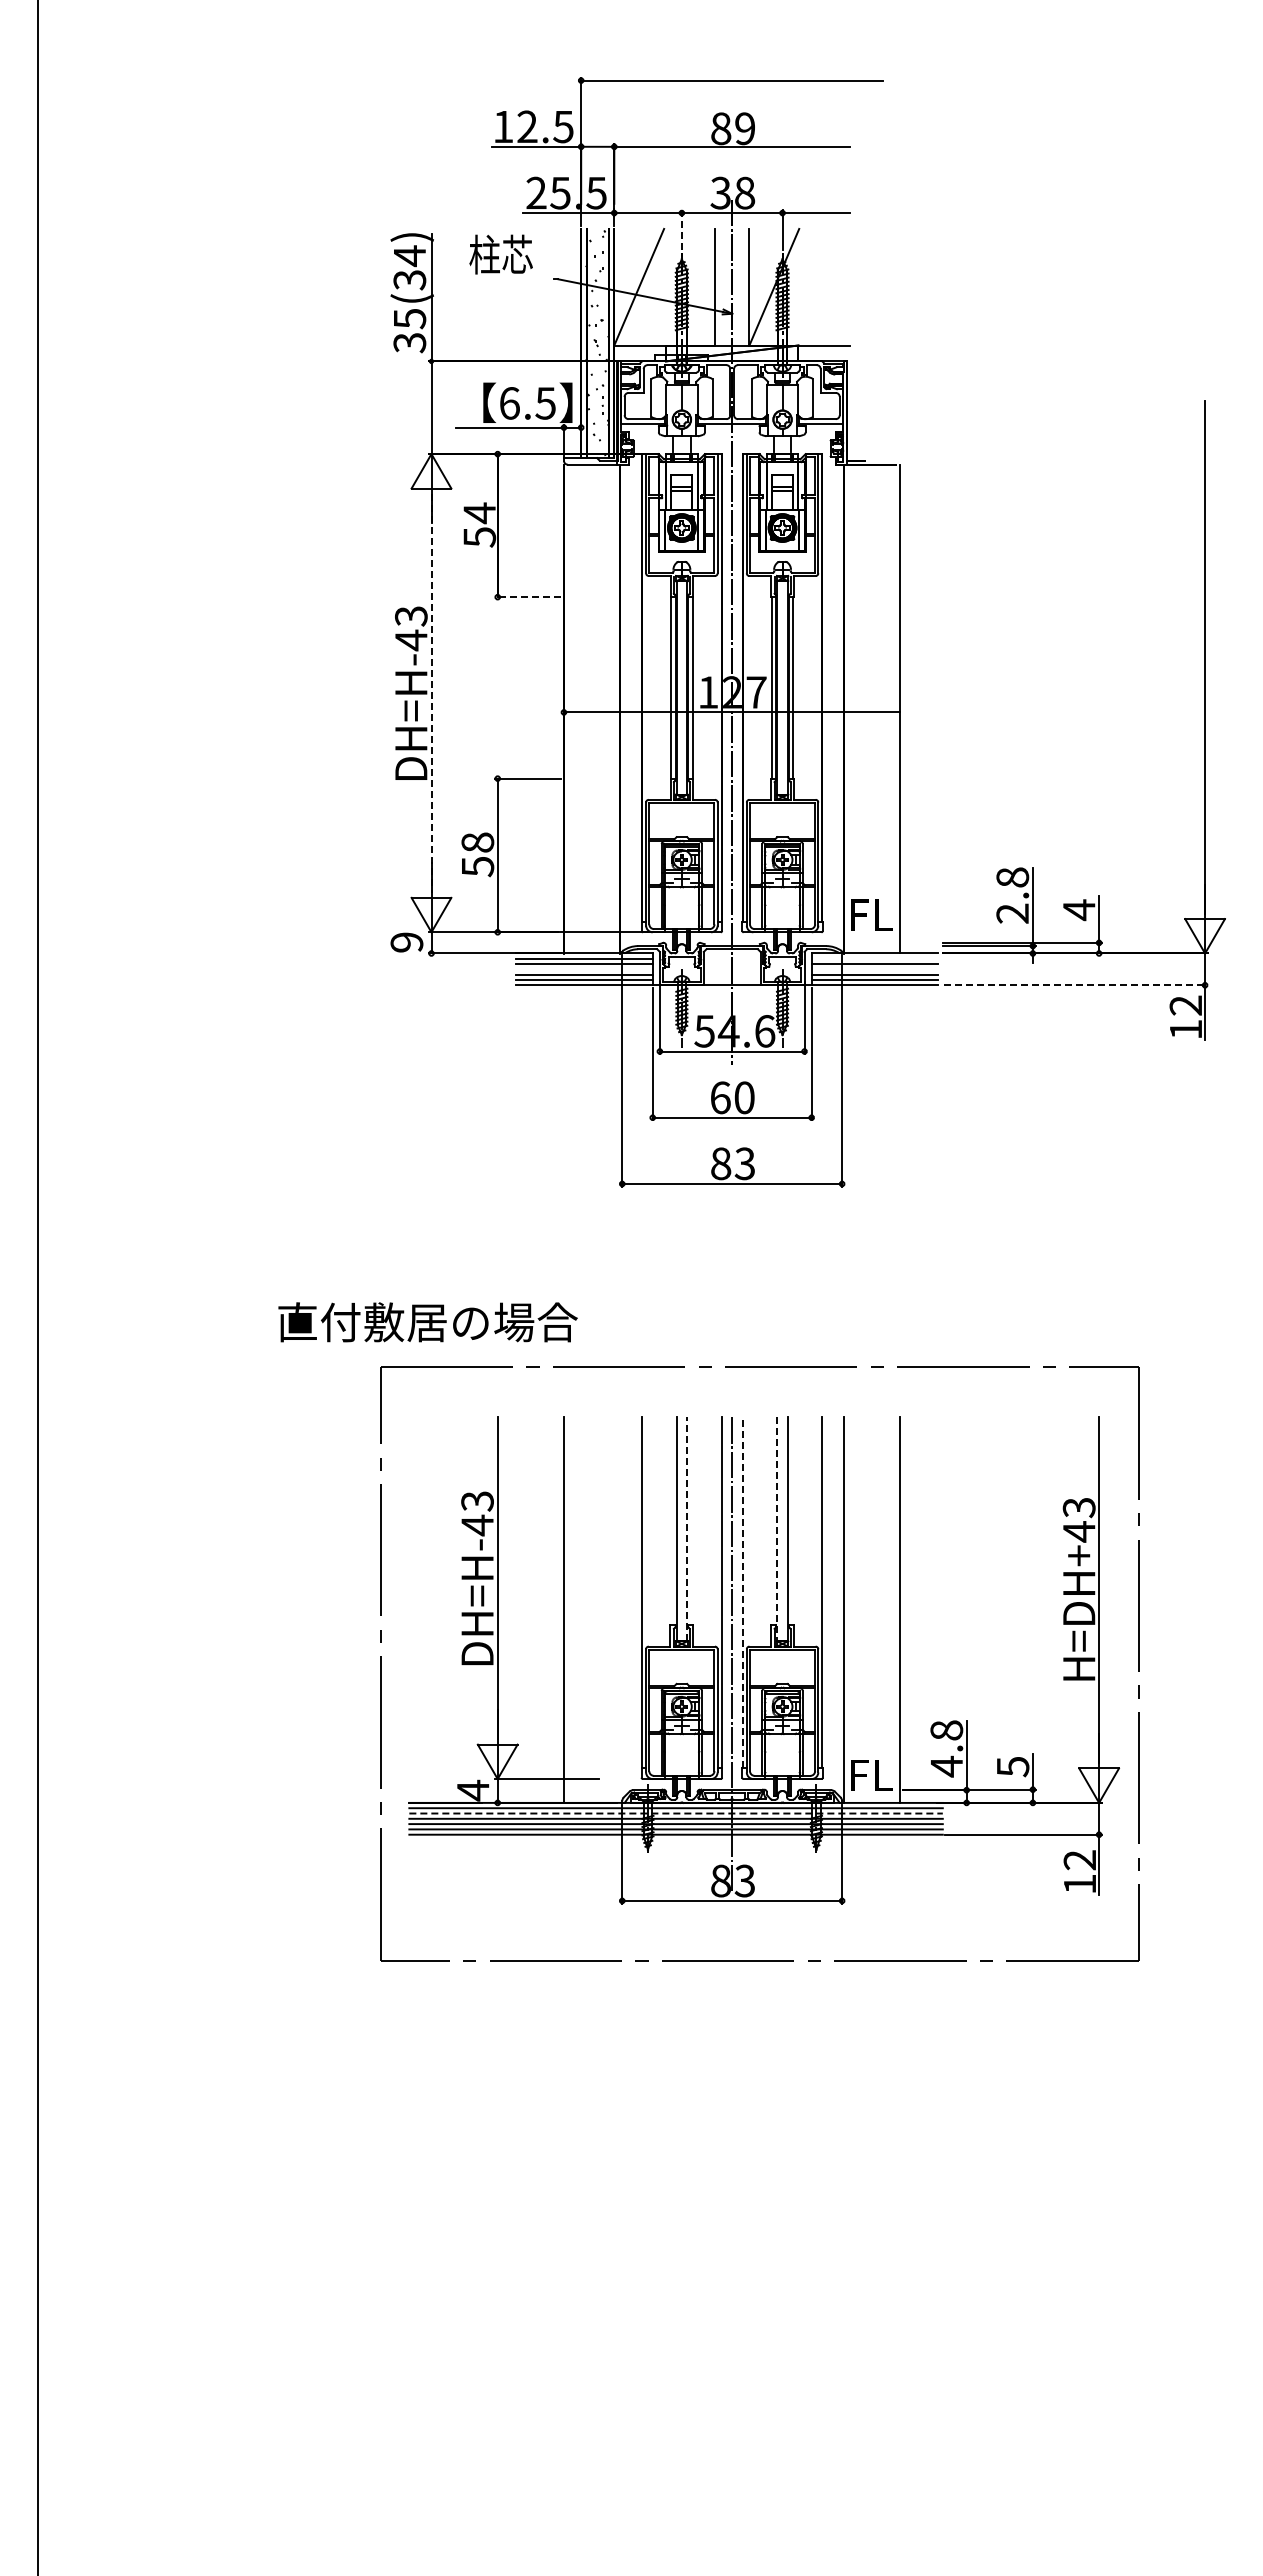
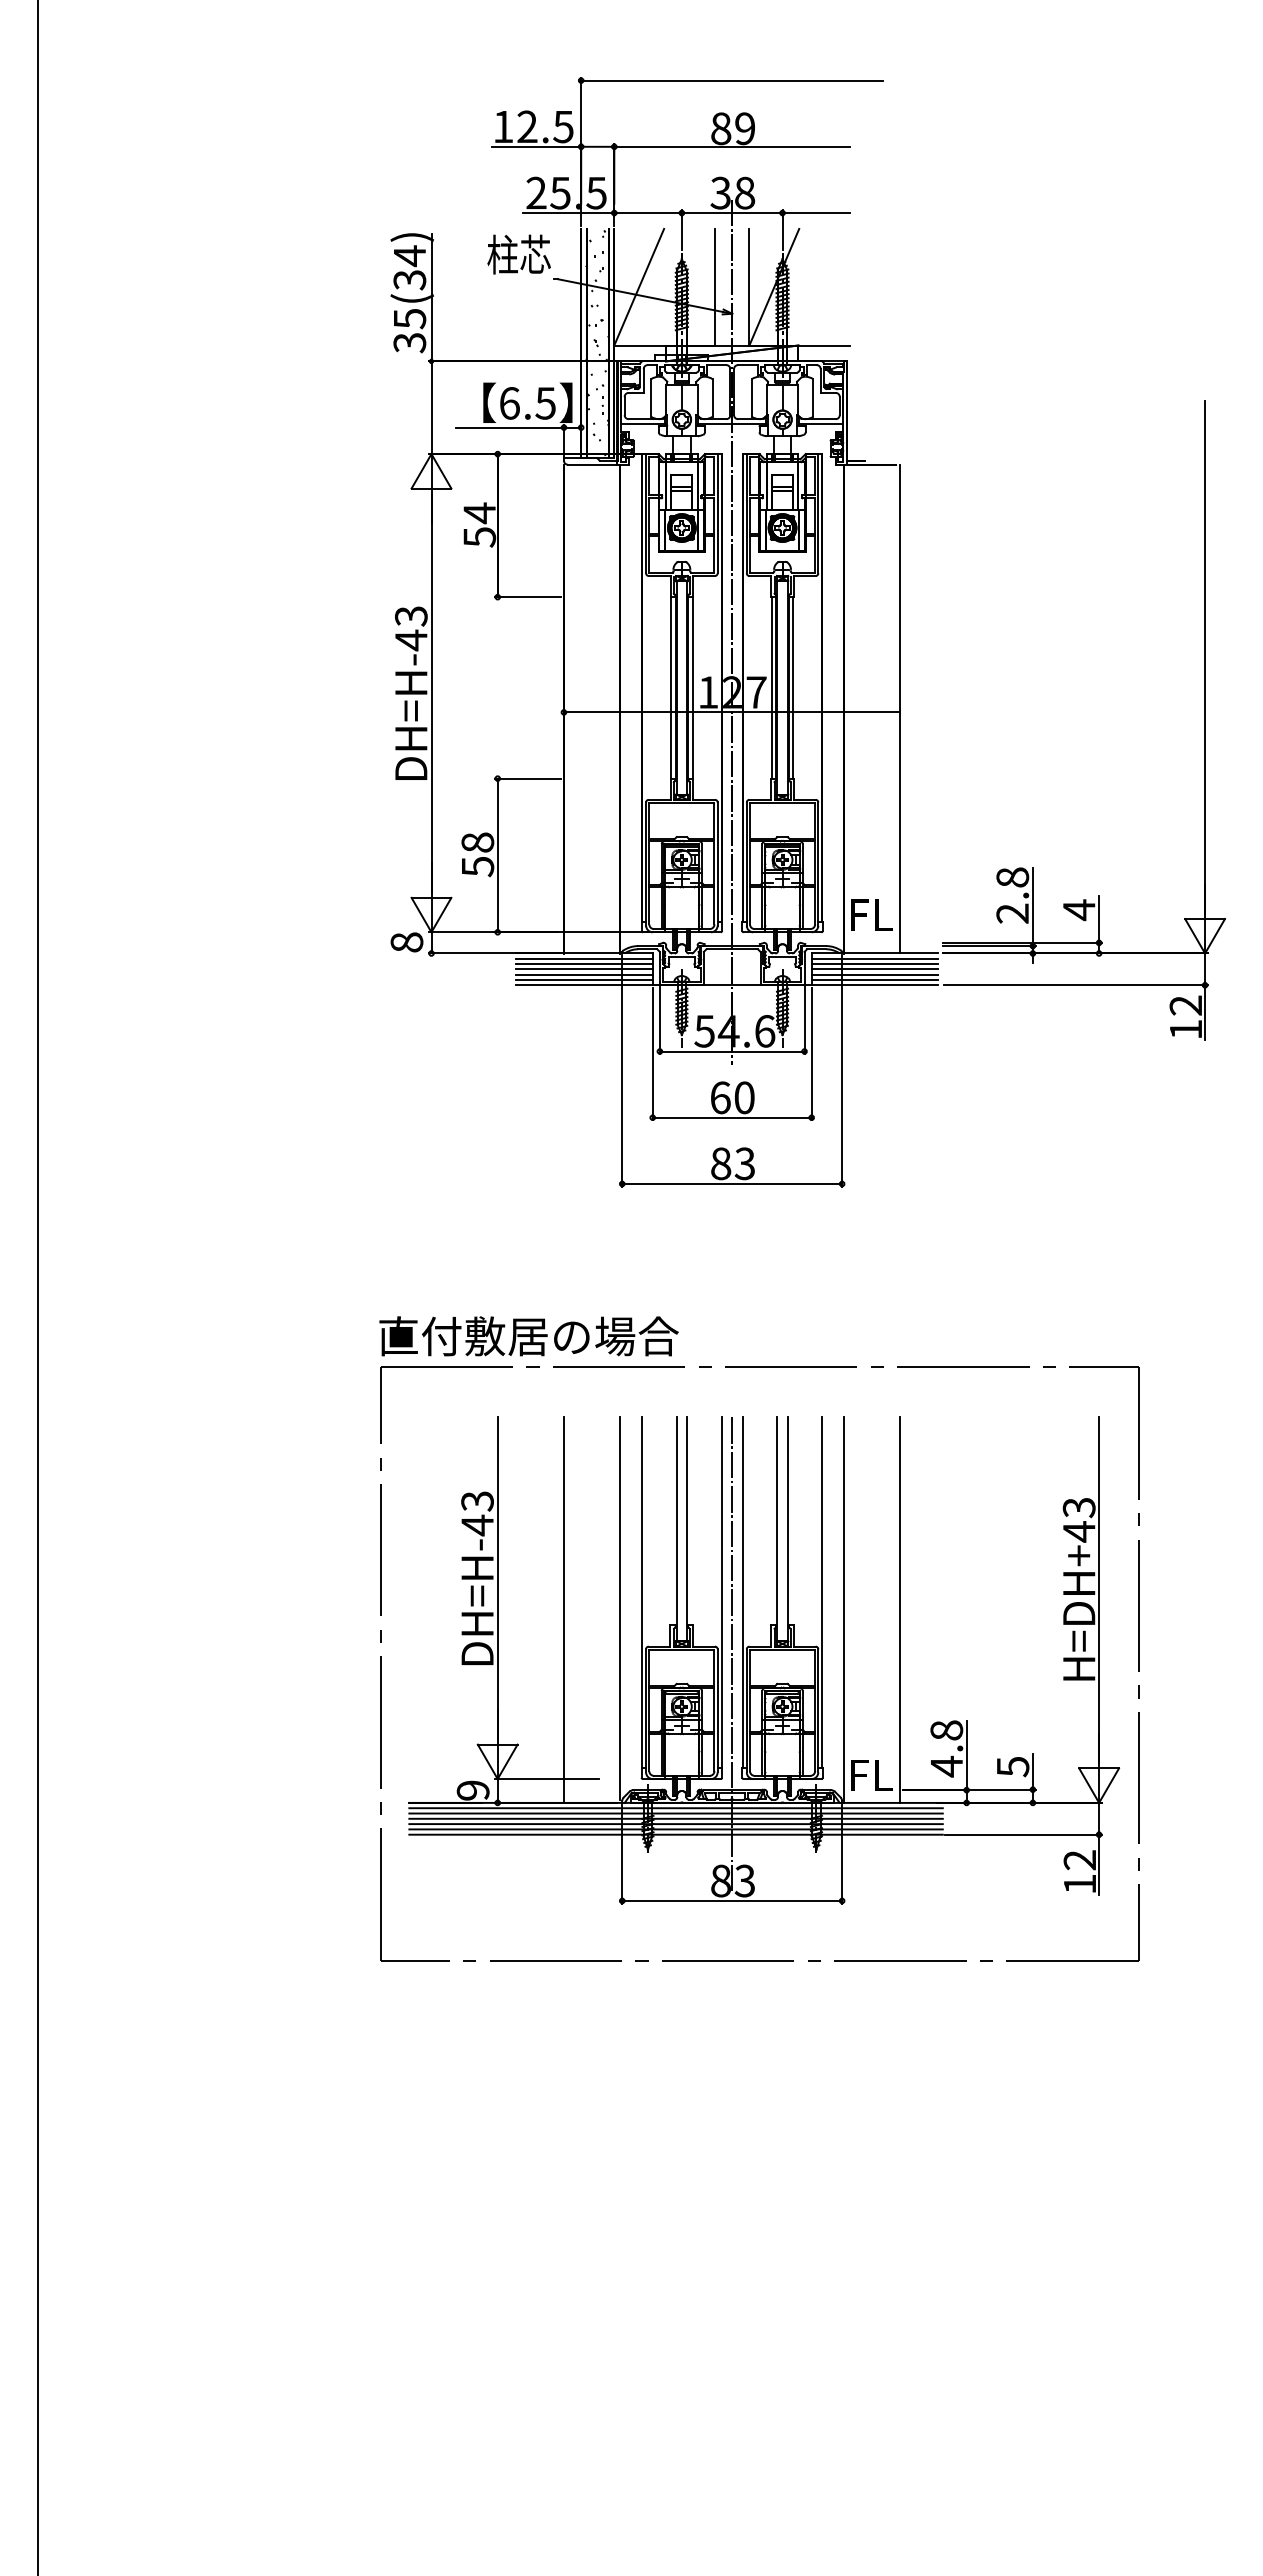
line at (681, 230): dashed -> solid
text at (500, 254) position: (500, 254) -> (518, 254)
line at (527, 597): dashed -> solid
line at (431, 693): dashed -> solid
text at (406, 942): 9 -> 8
line at (874, 958): none -> present
line at (584, 969): none -> present
line at (874, 969): none -> present
line at (1075, 985): dashed -> solid
text at (427, 1322) position: (427, 1322) -> (528, 1336)
line at (687, 1528): dashed -> solid
line at (777, 1529): dashed -> solid
line at (742, 1592): dashed -> solid
line at (620, 1608): none -> present
text at (472, 1790): 4 -> 9
line at (676, 1813): dashed -> solid
